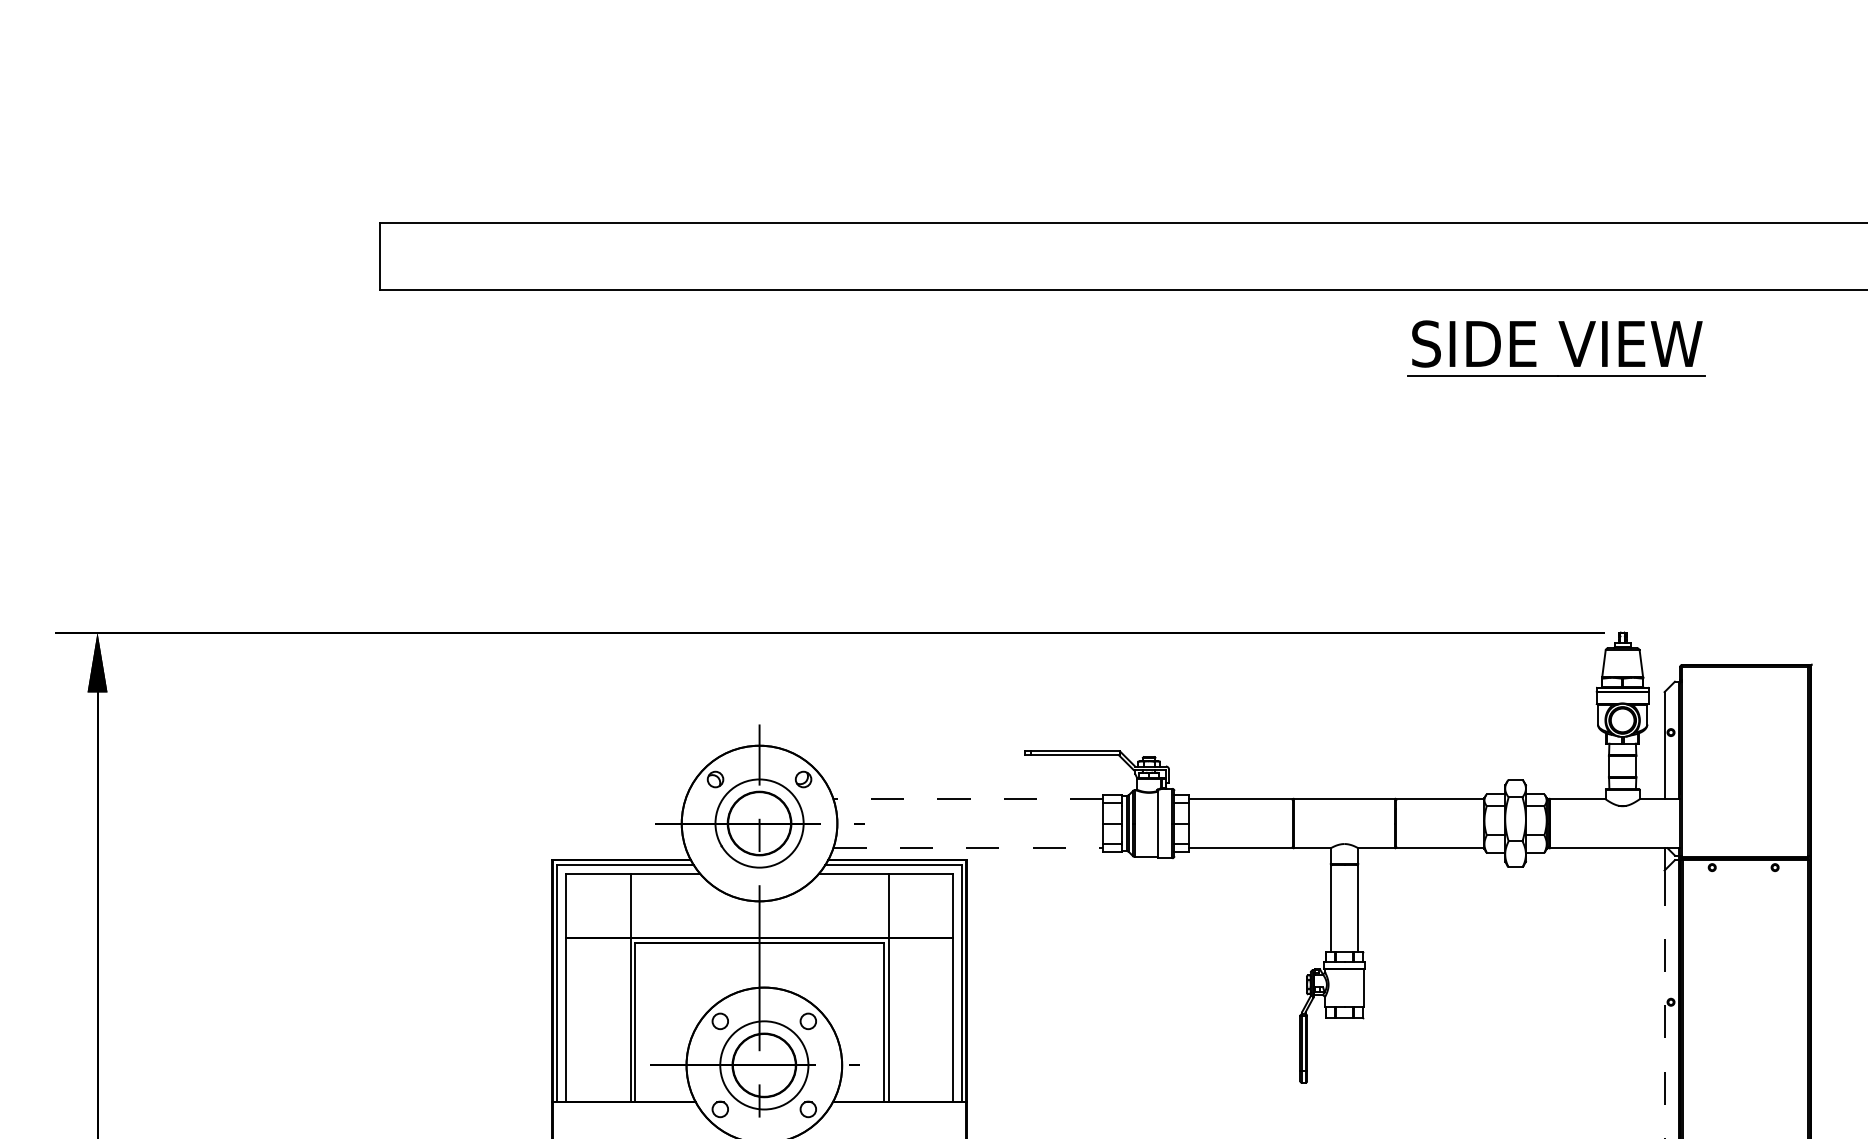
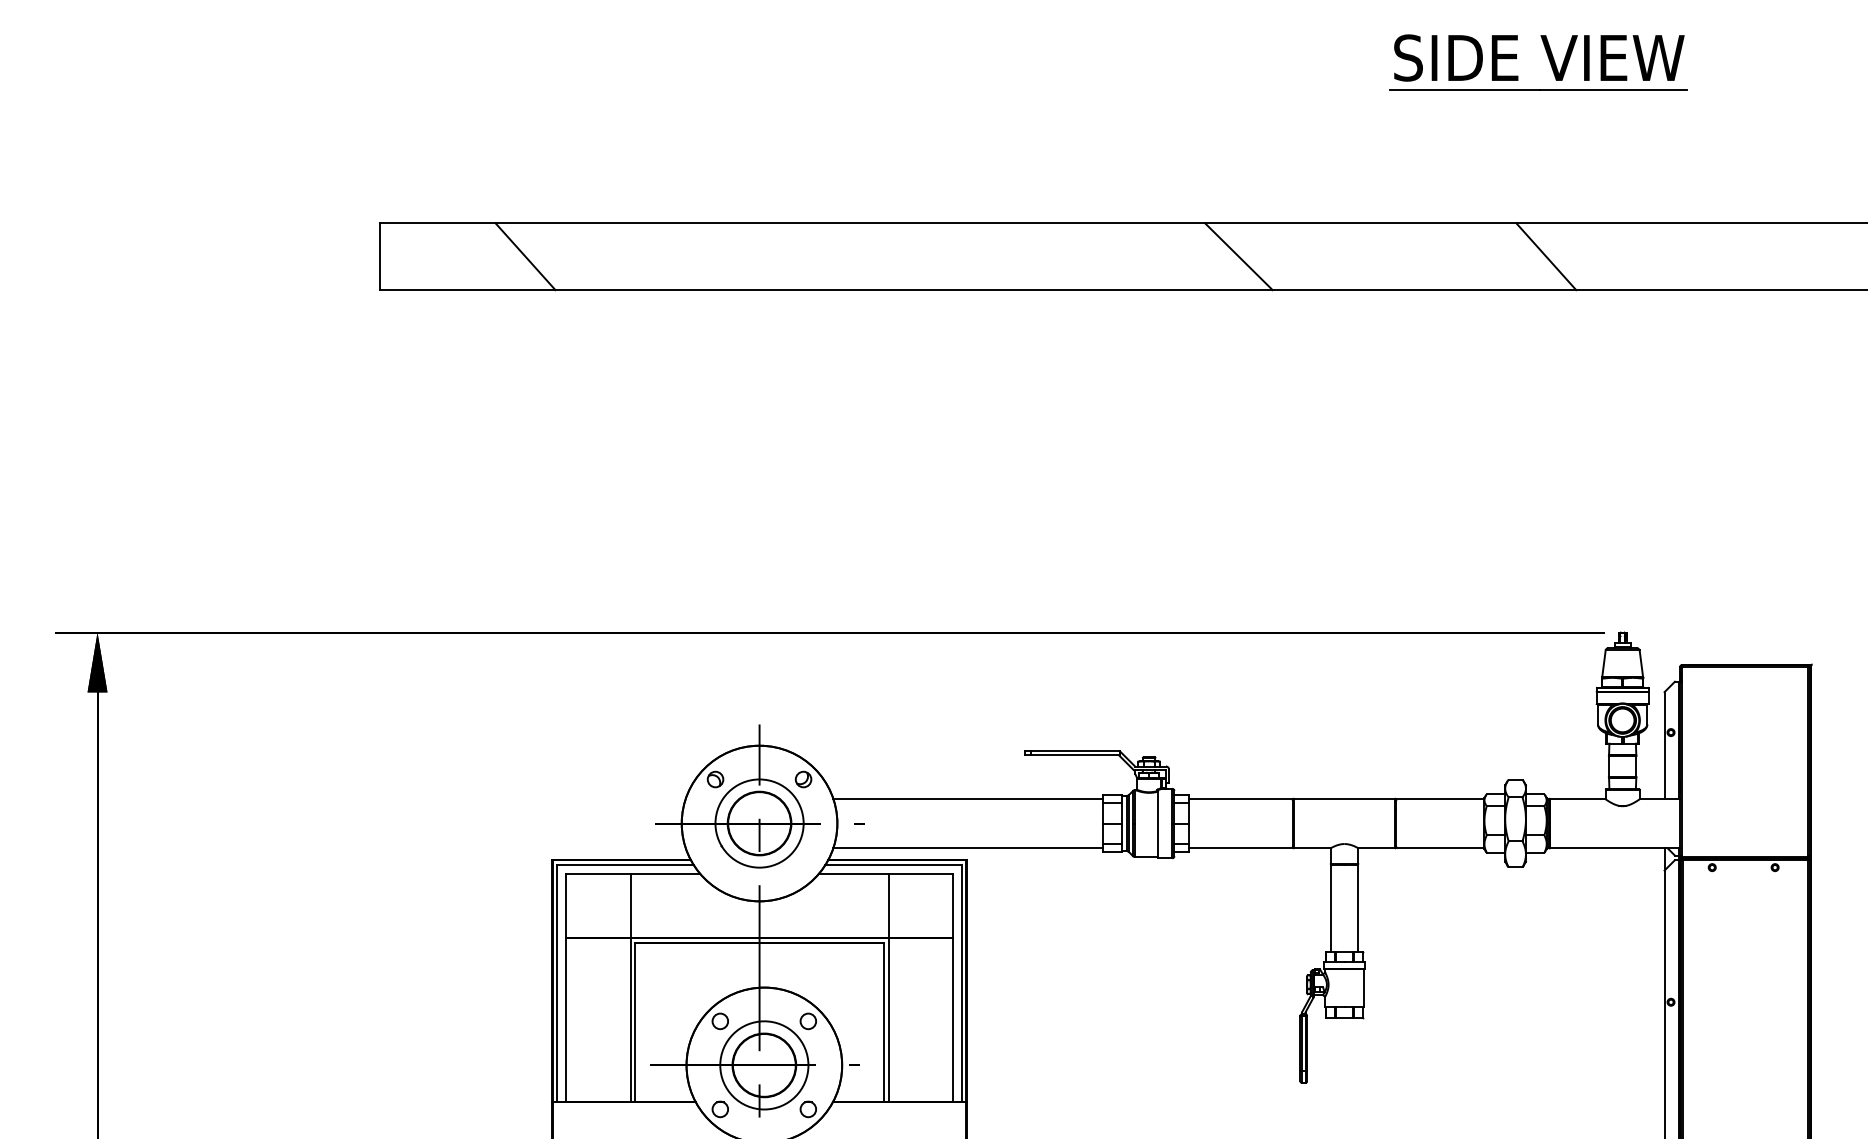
line at (525, 256): none -> present
line at (1238, 256): none -> present
line at (1546, 256): none -> present
part at (1566, 345) position: (1566, 345) -> (1548, 59)
line at (968, 798): dashed -> solid
line at (968, 848): dashed -> solid
line at (1664, 1004): dashed -> solid
